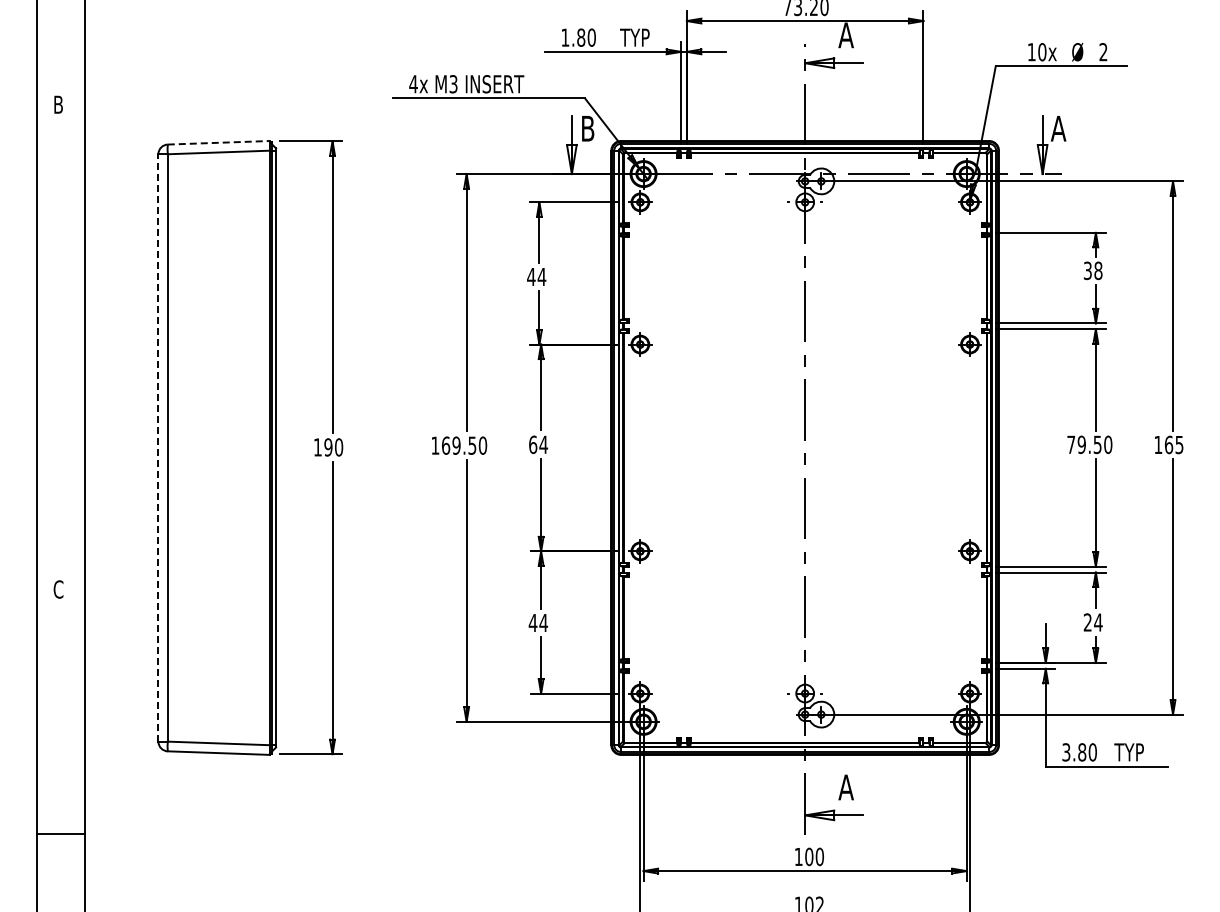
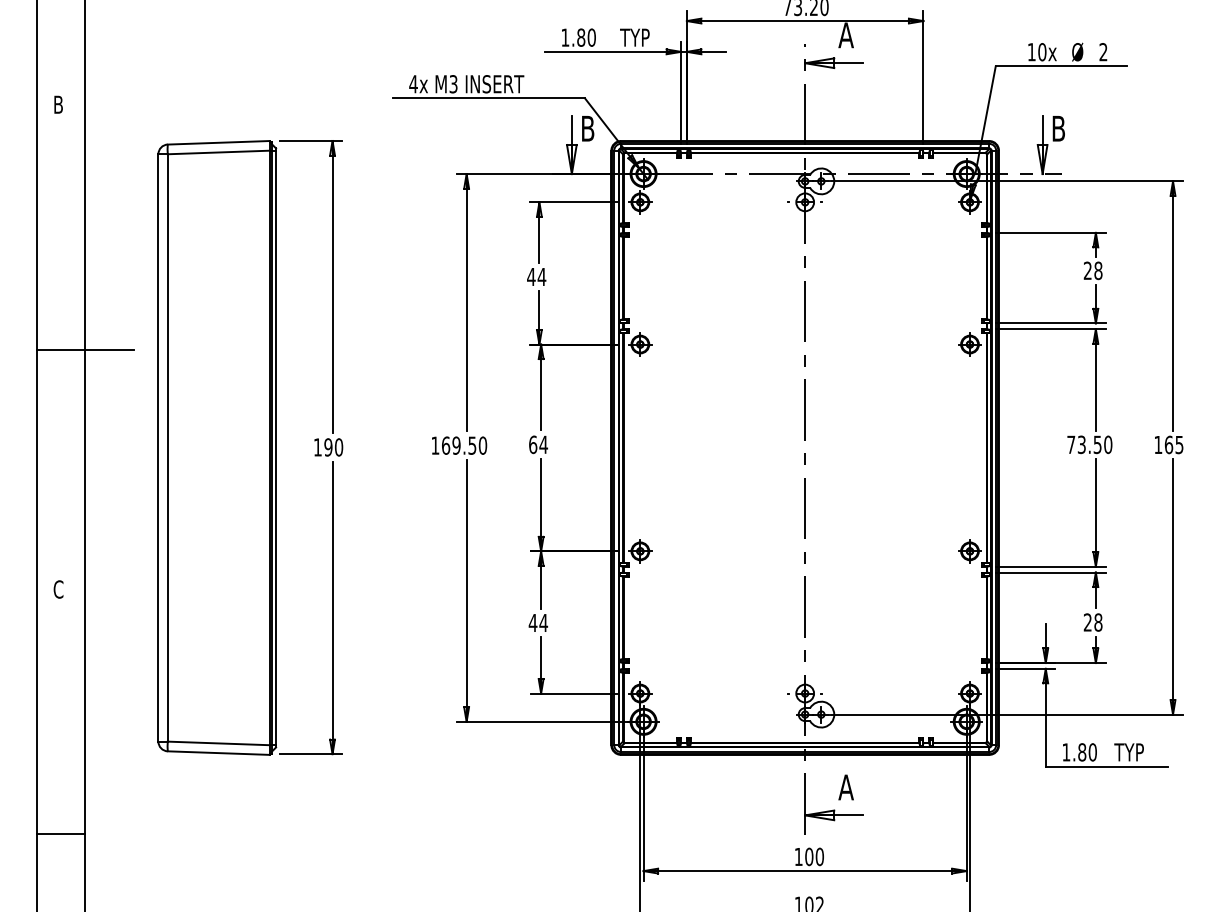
text at (1058, 128): A -> B
line at (219, 142): dashed -> solid
text at (1087, 271): 38 -> 28
line at (84, 349): none -> present
text at (1081, 444): 79.50 -> 73.50
line at (158, 447): dashed -> solid
text at (1098, 622): 24 -> 28
text at (1066, 752): 3.80 -> 1.80
